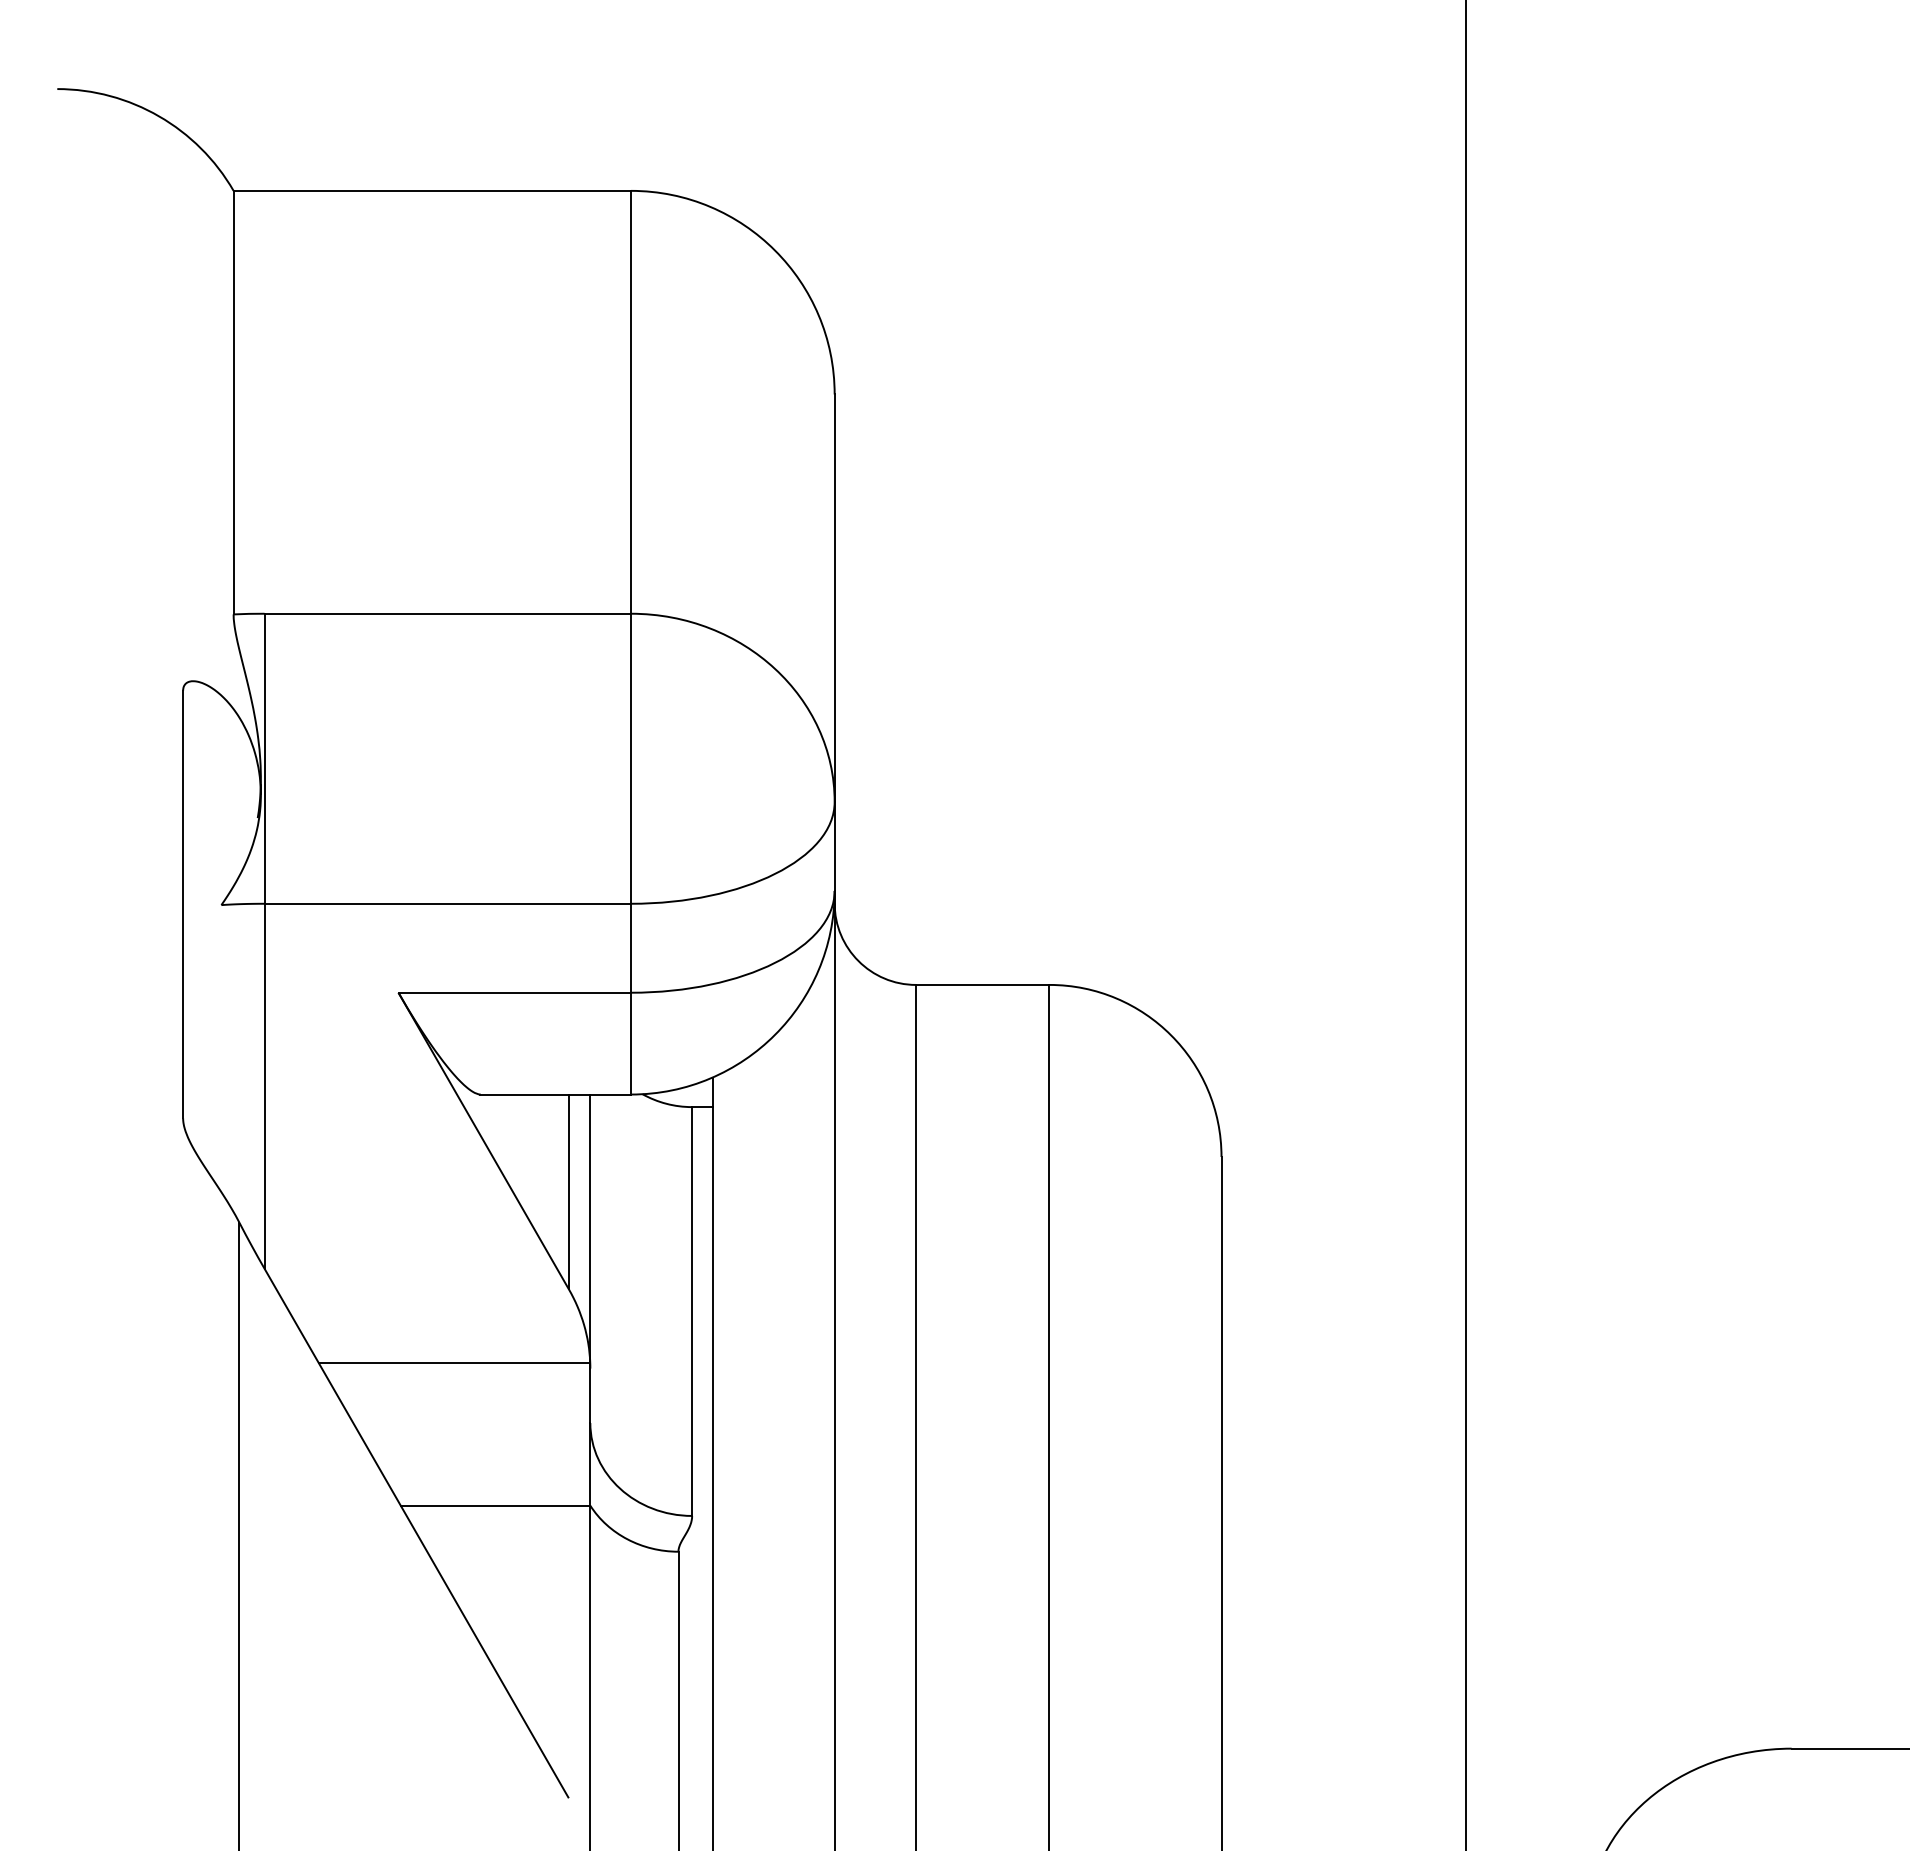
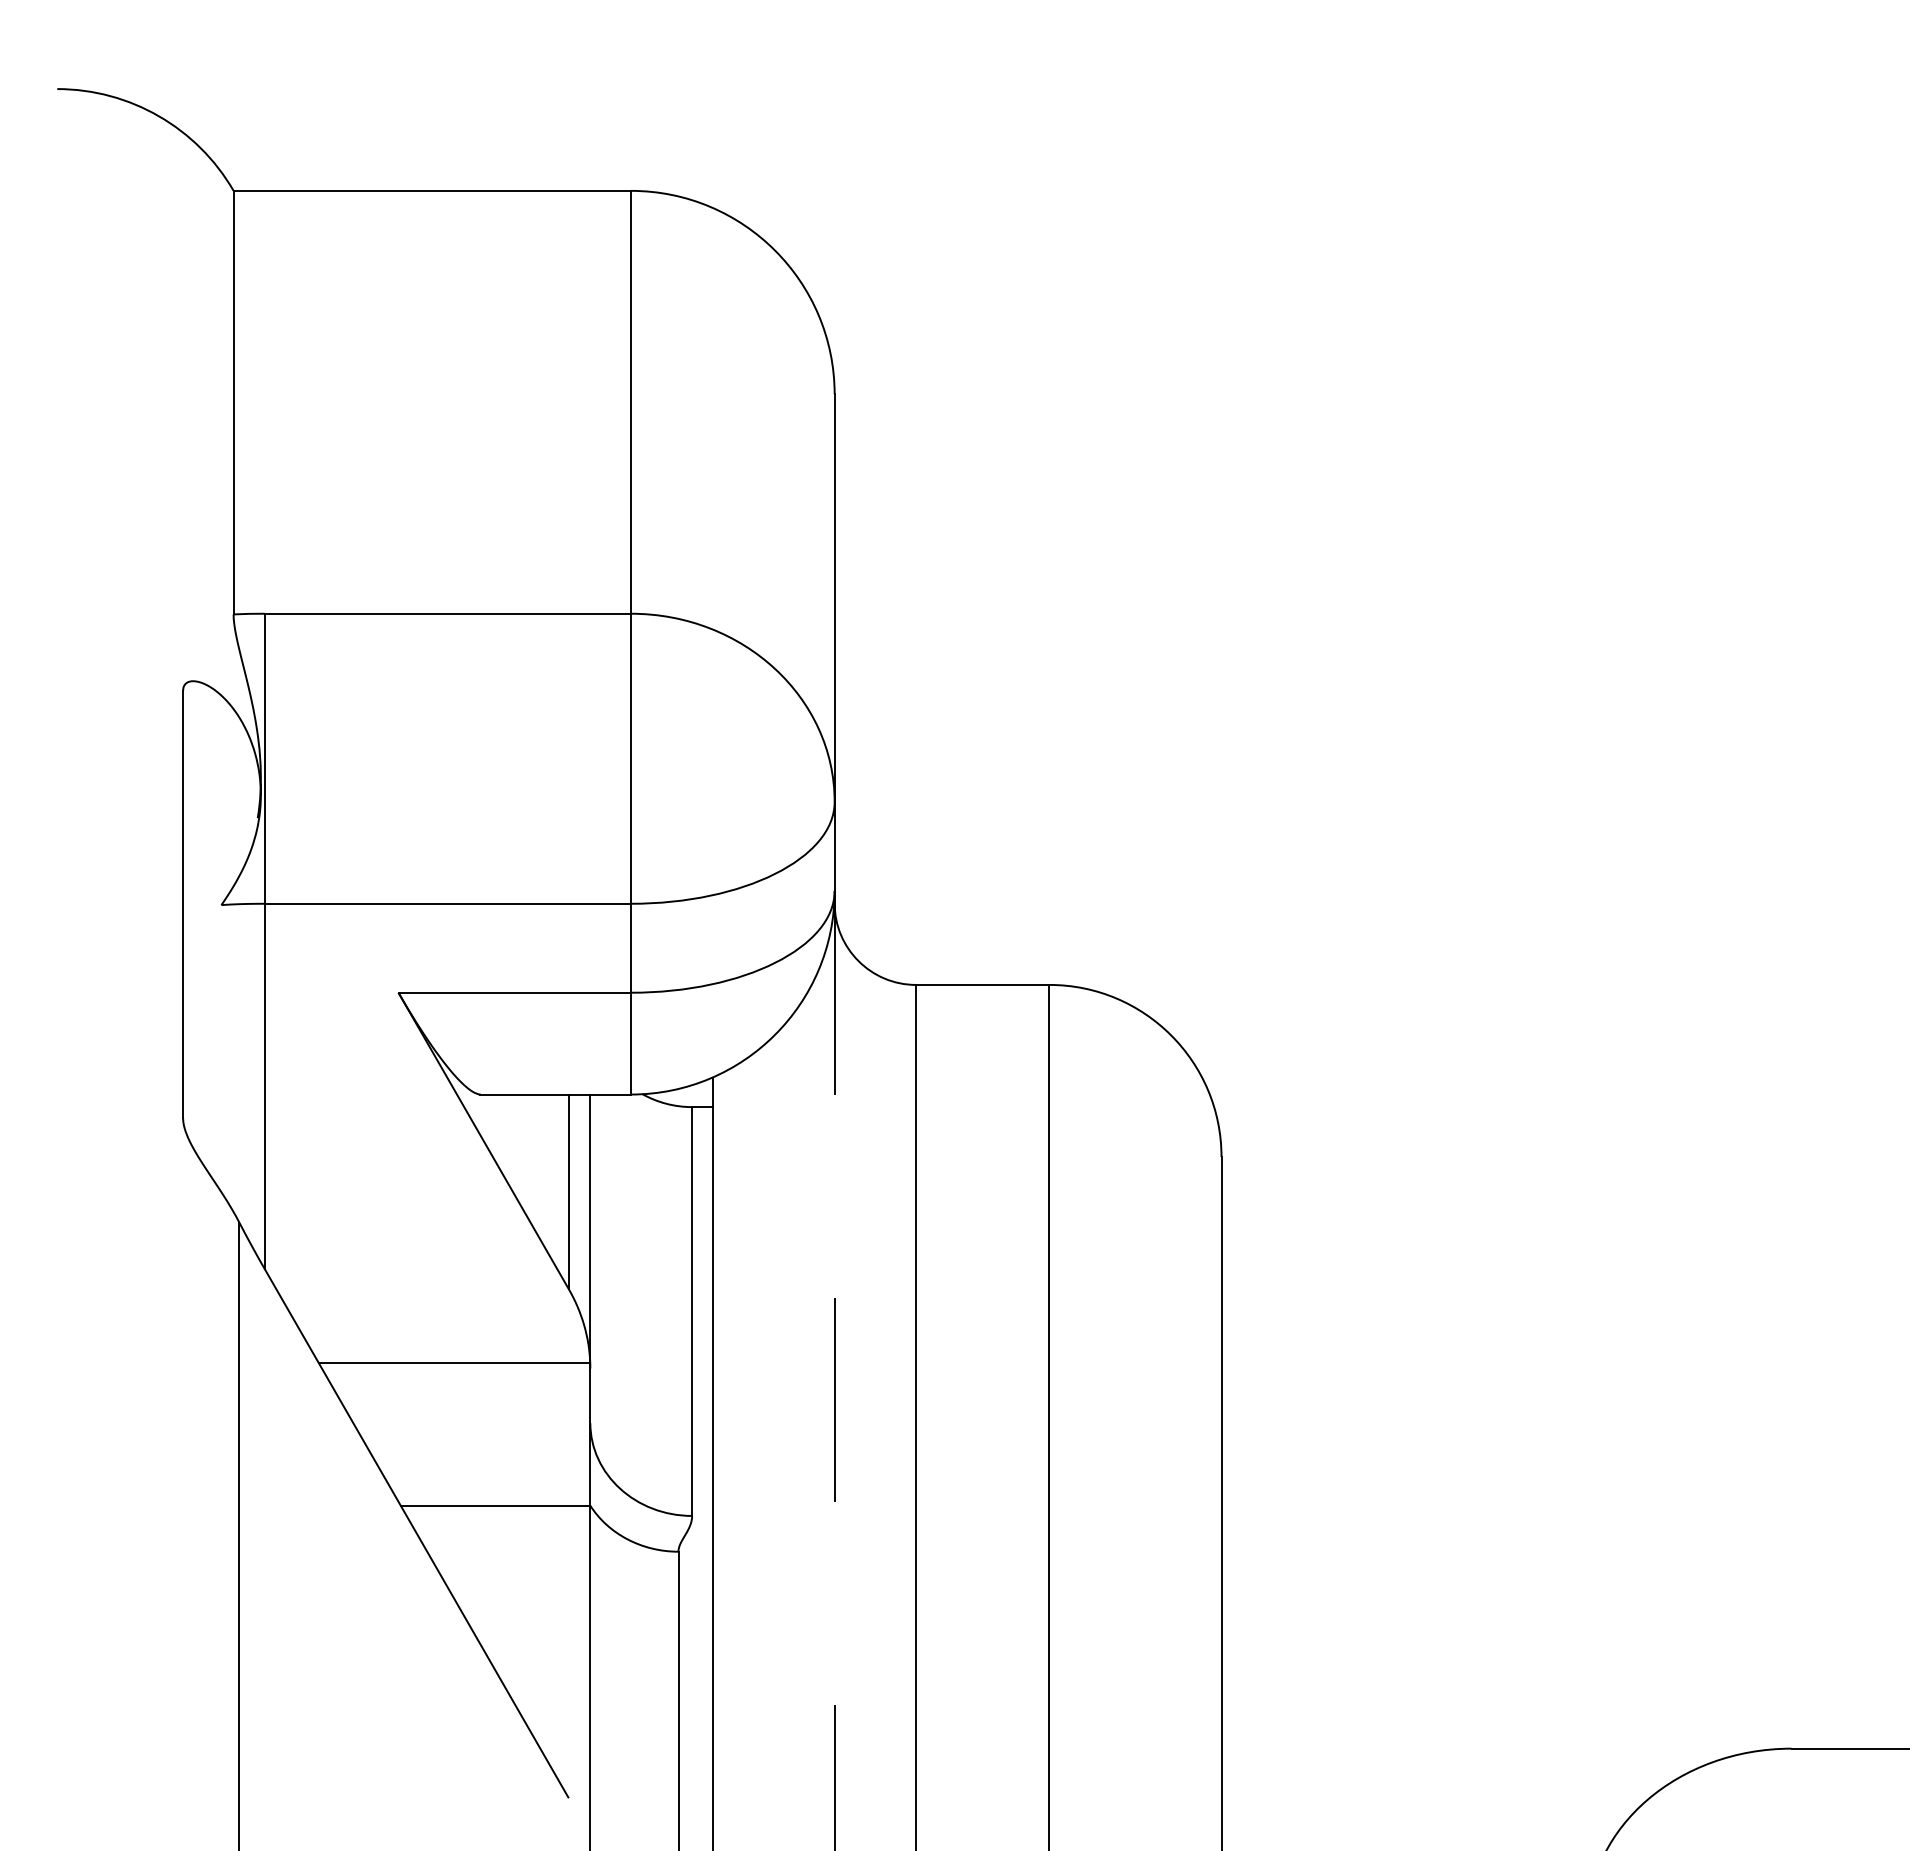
line at (1465, 924): present -> none
line at (834, 1370): solid -> dashed
